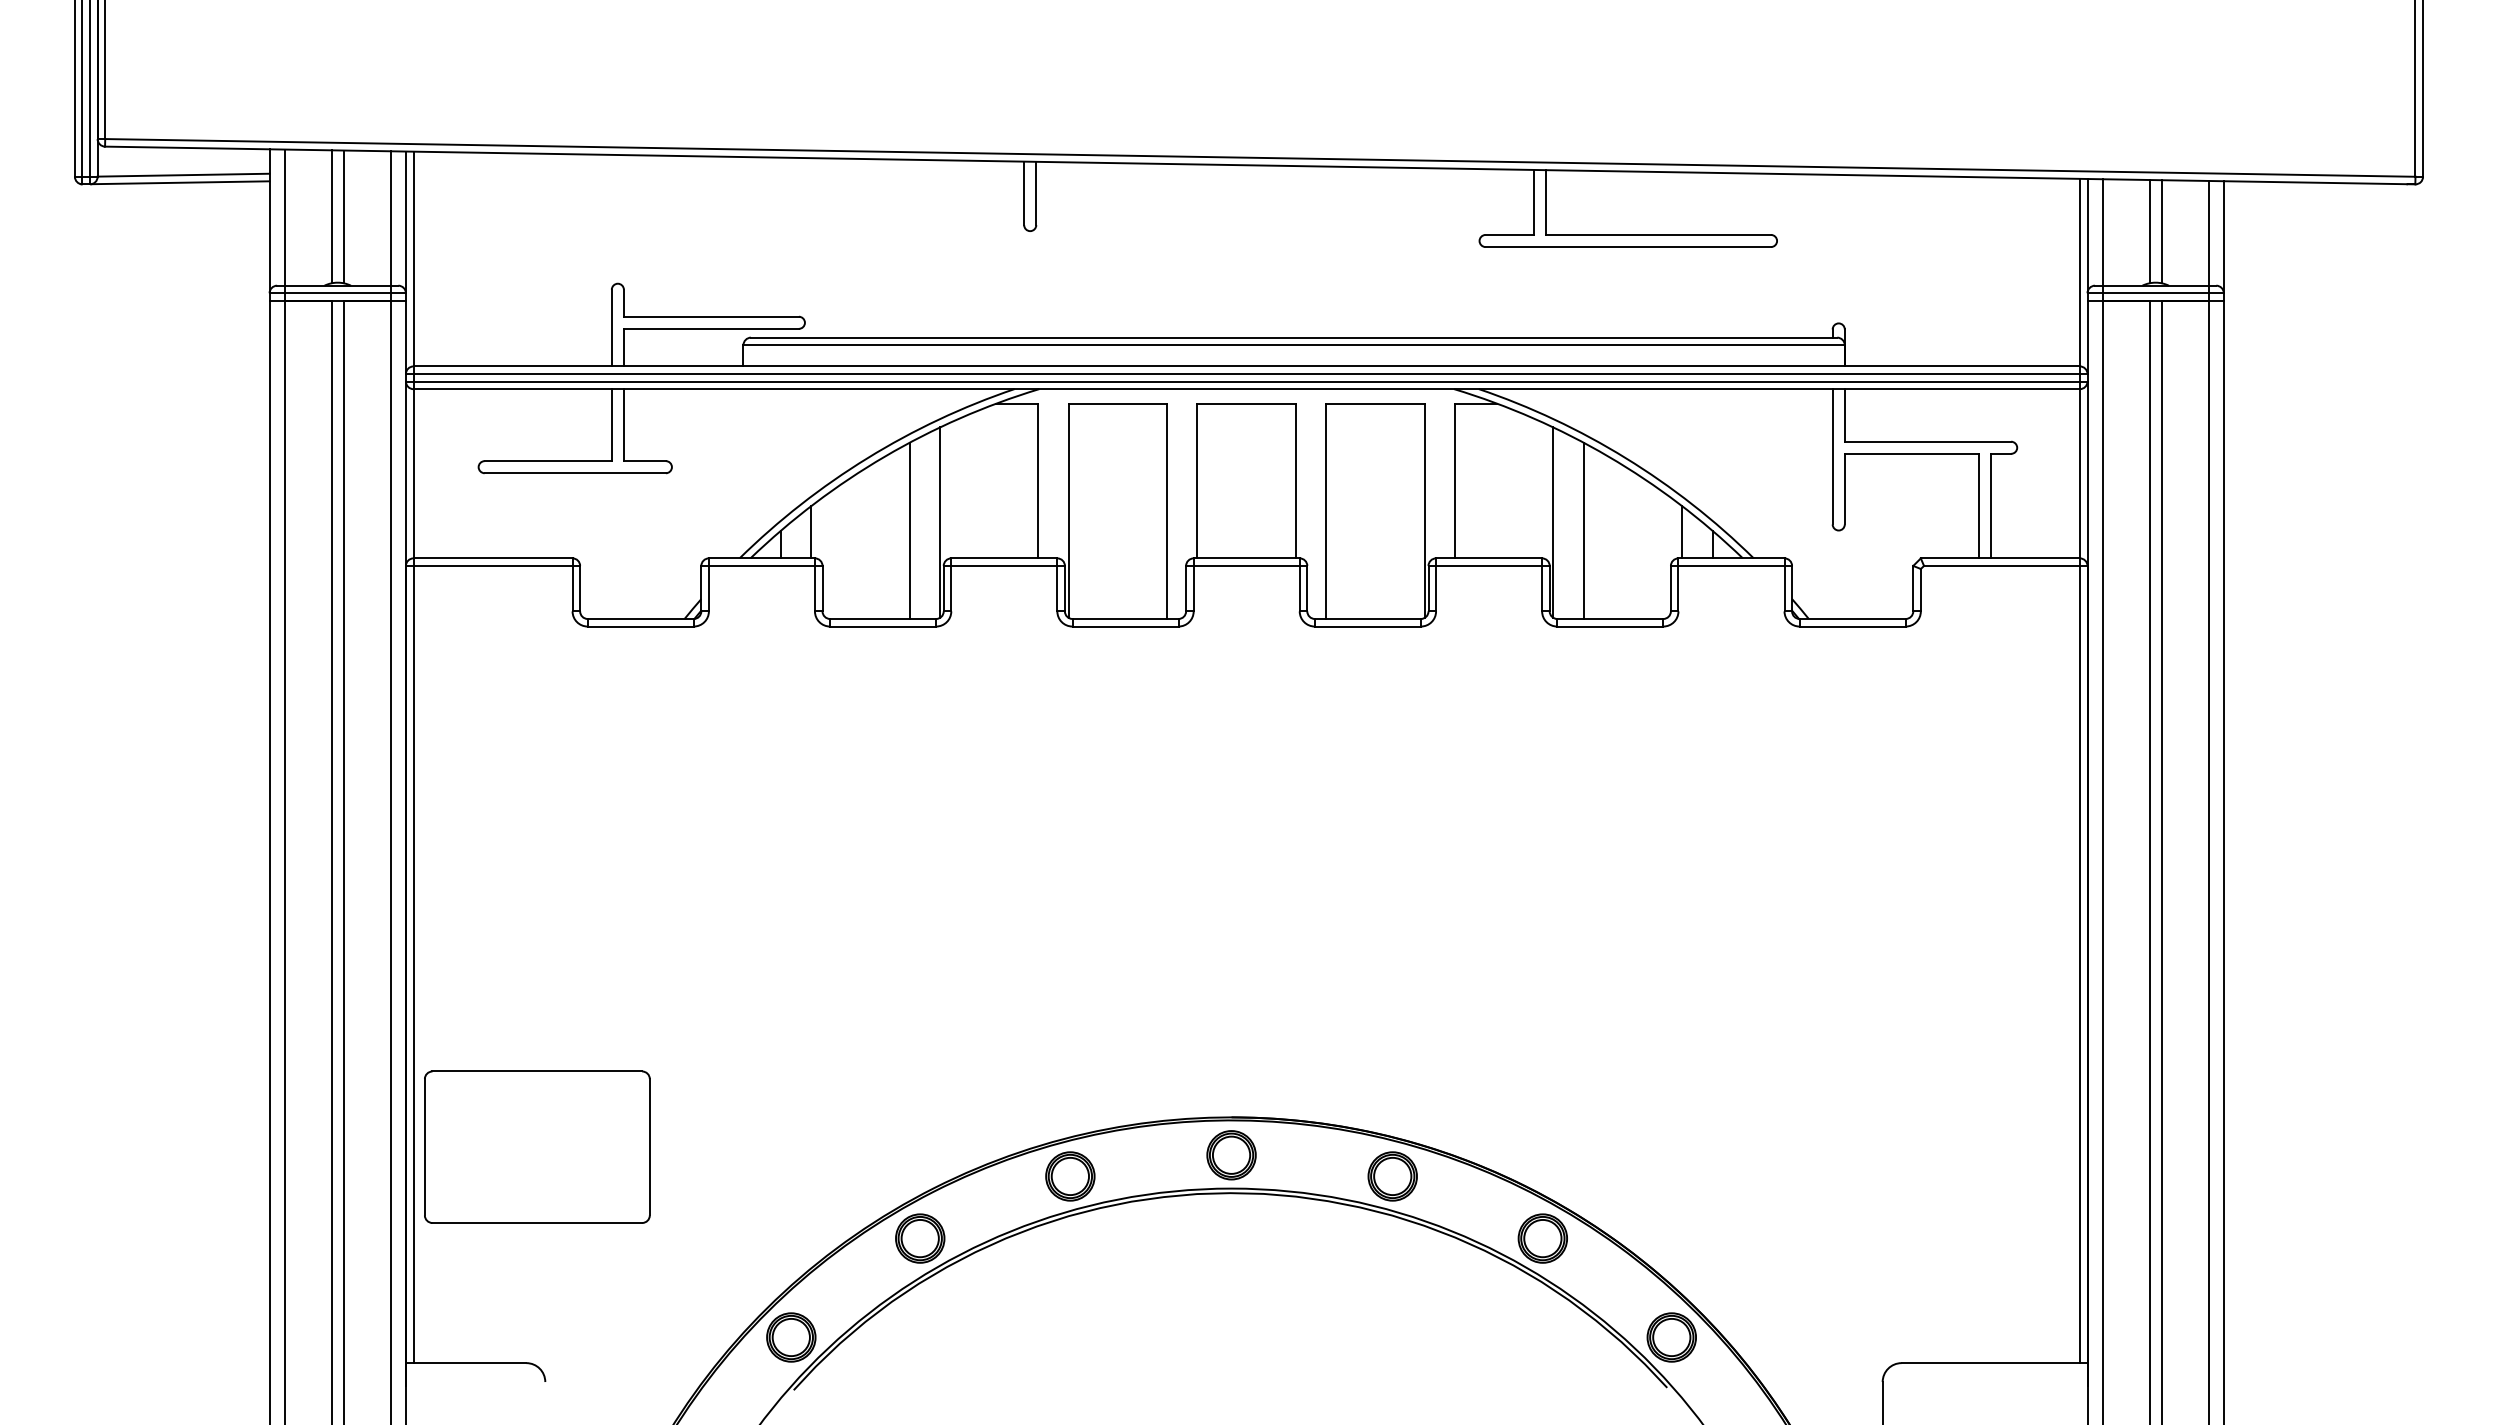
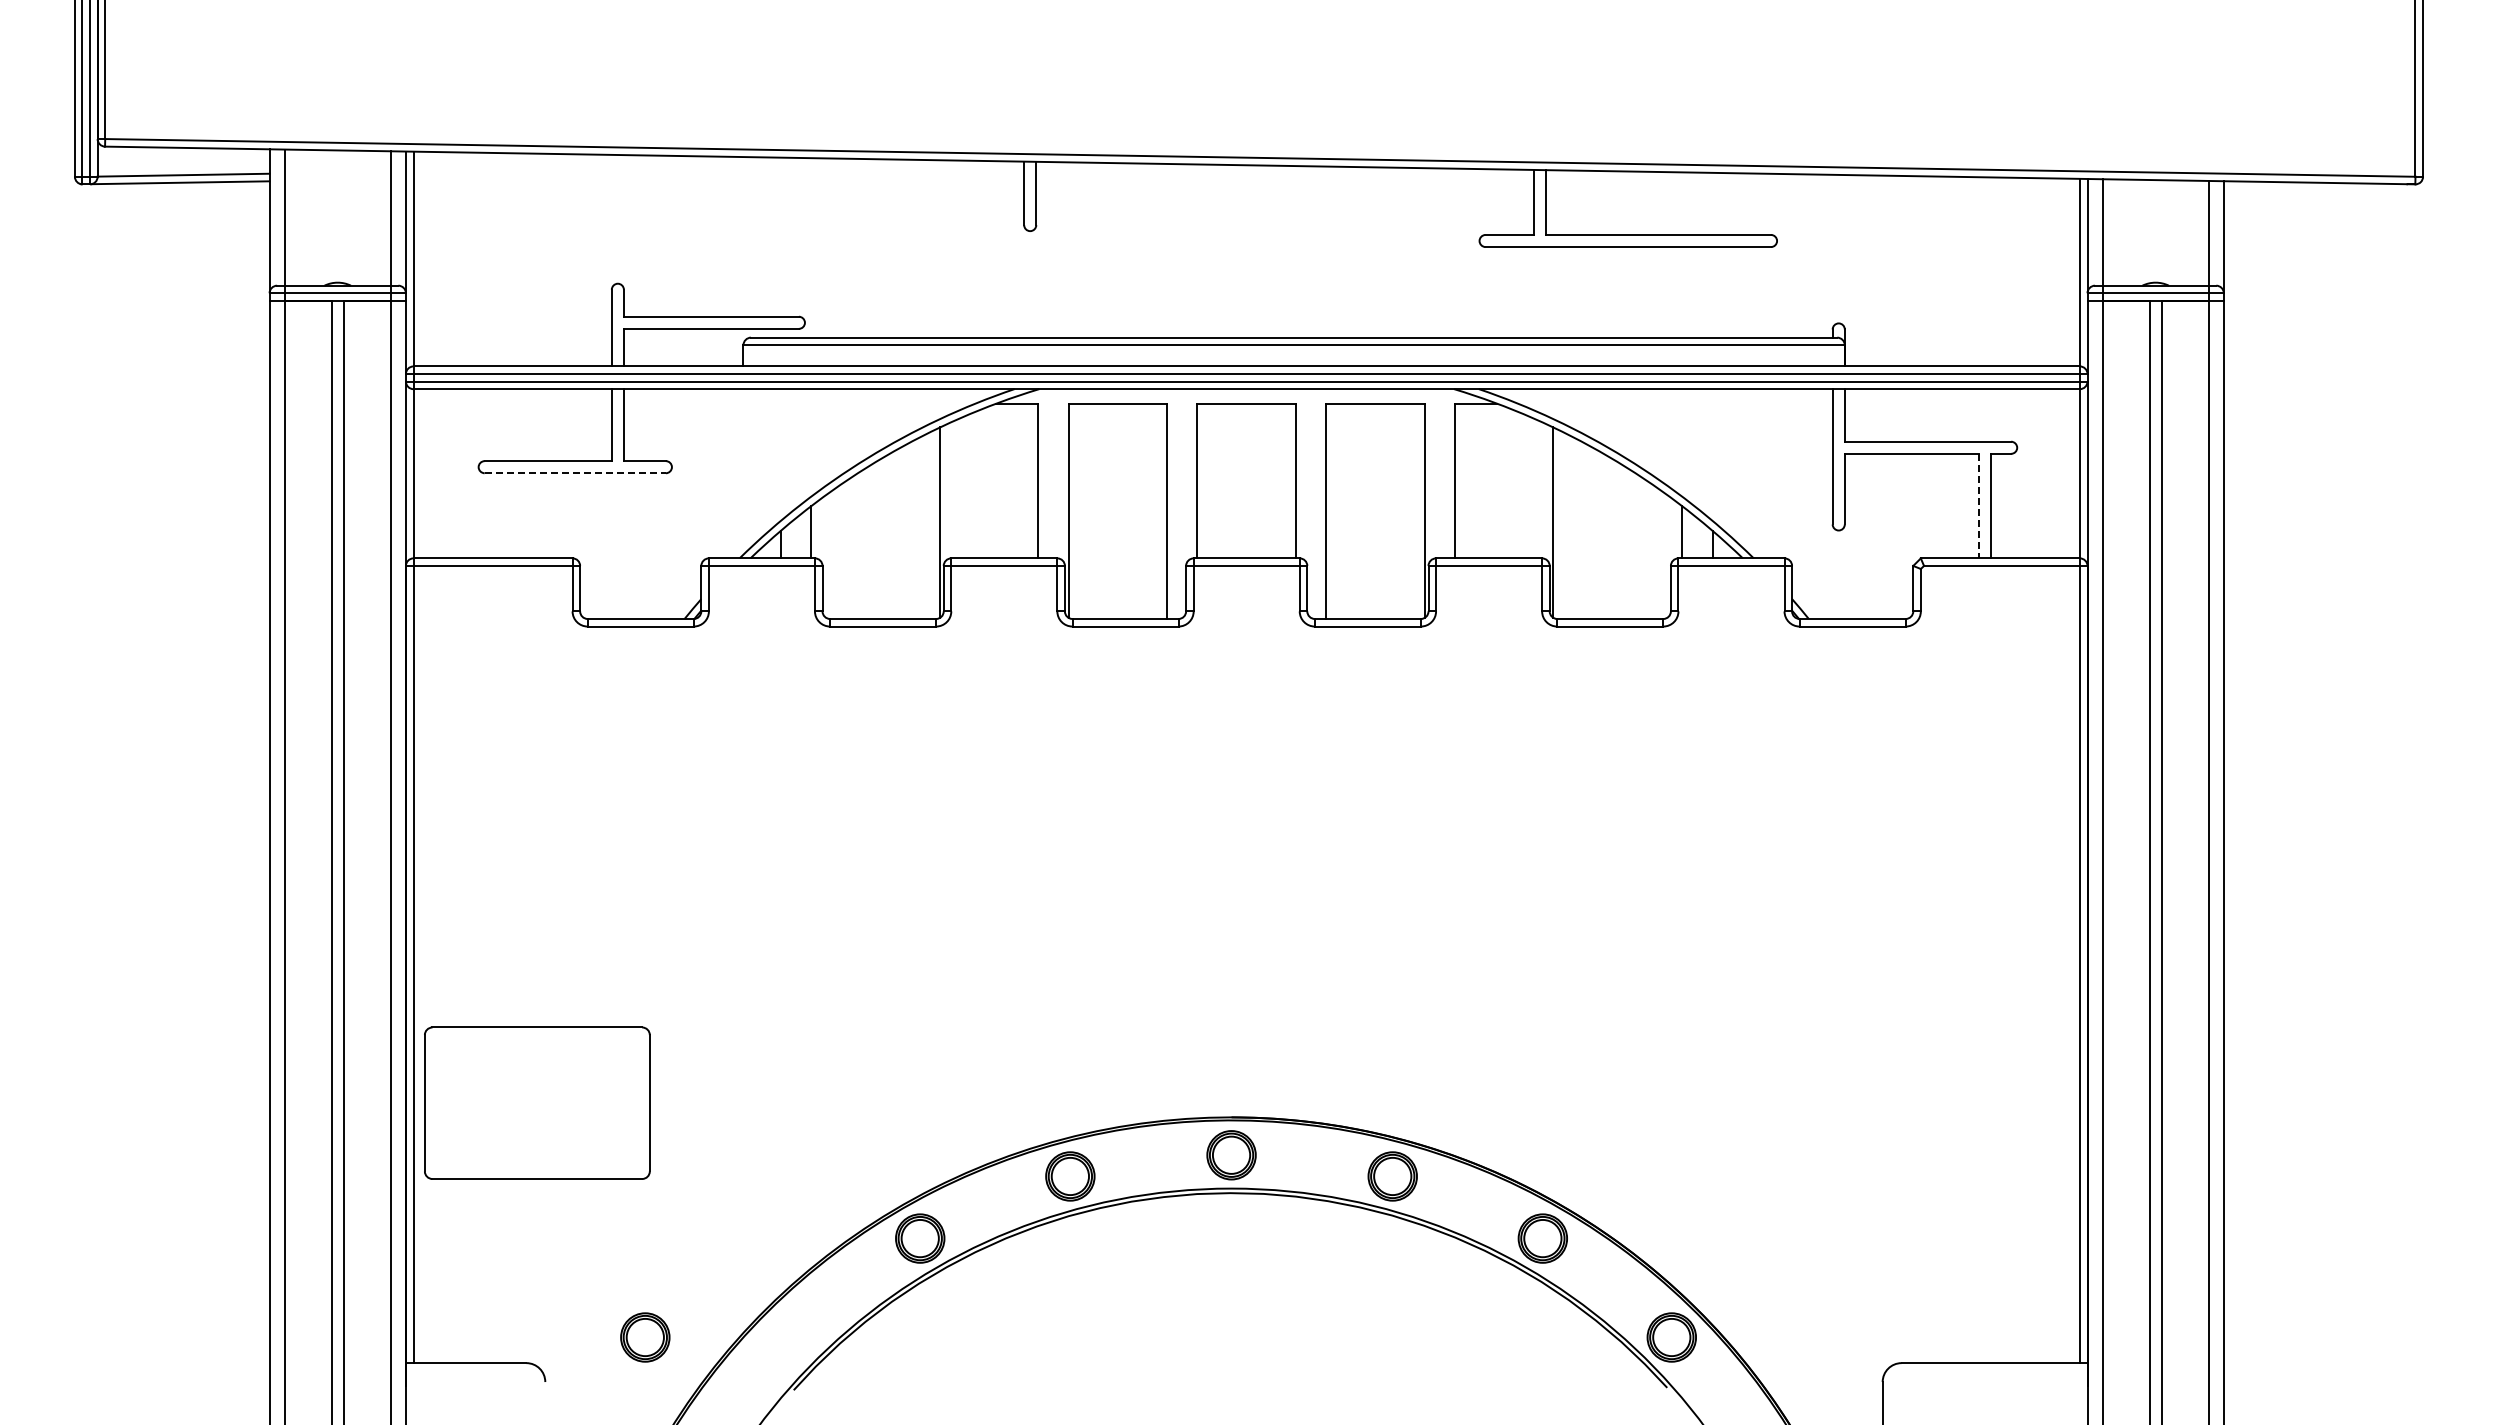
line at (331, 216): present -> none
line at (343, 216): present -> none
line at (2149, 231): present -> none
line at (2161, 231): present -> none
line at (575, 473): solid -> dashed
line at (1979, 506): solid -> dashed
line at (909, 530): present -> none
line at (1583, 530): present -> none
part at (537, 1146) position: (537, 1146) -> (537, 1102)
part at (791, 1337) position: (791, 1337) -> (645, 1337)
